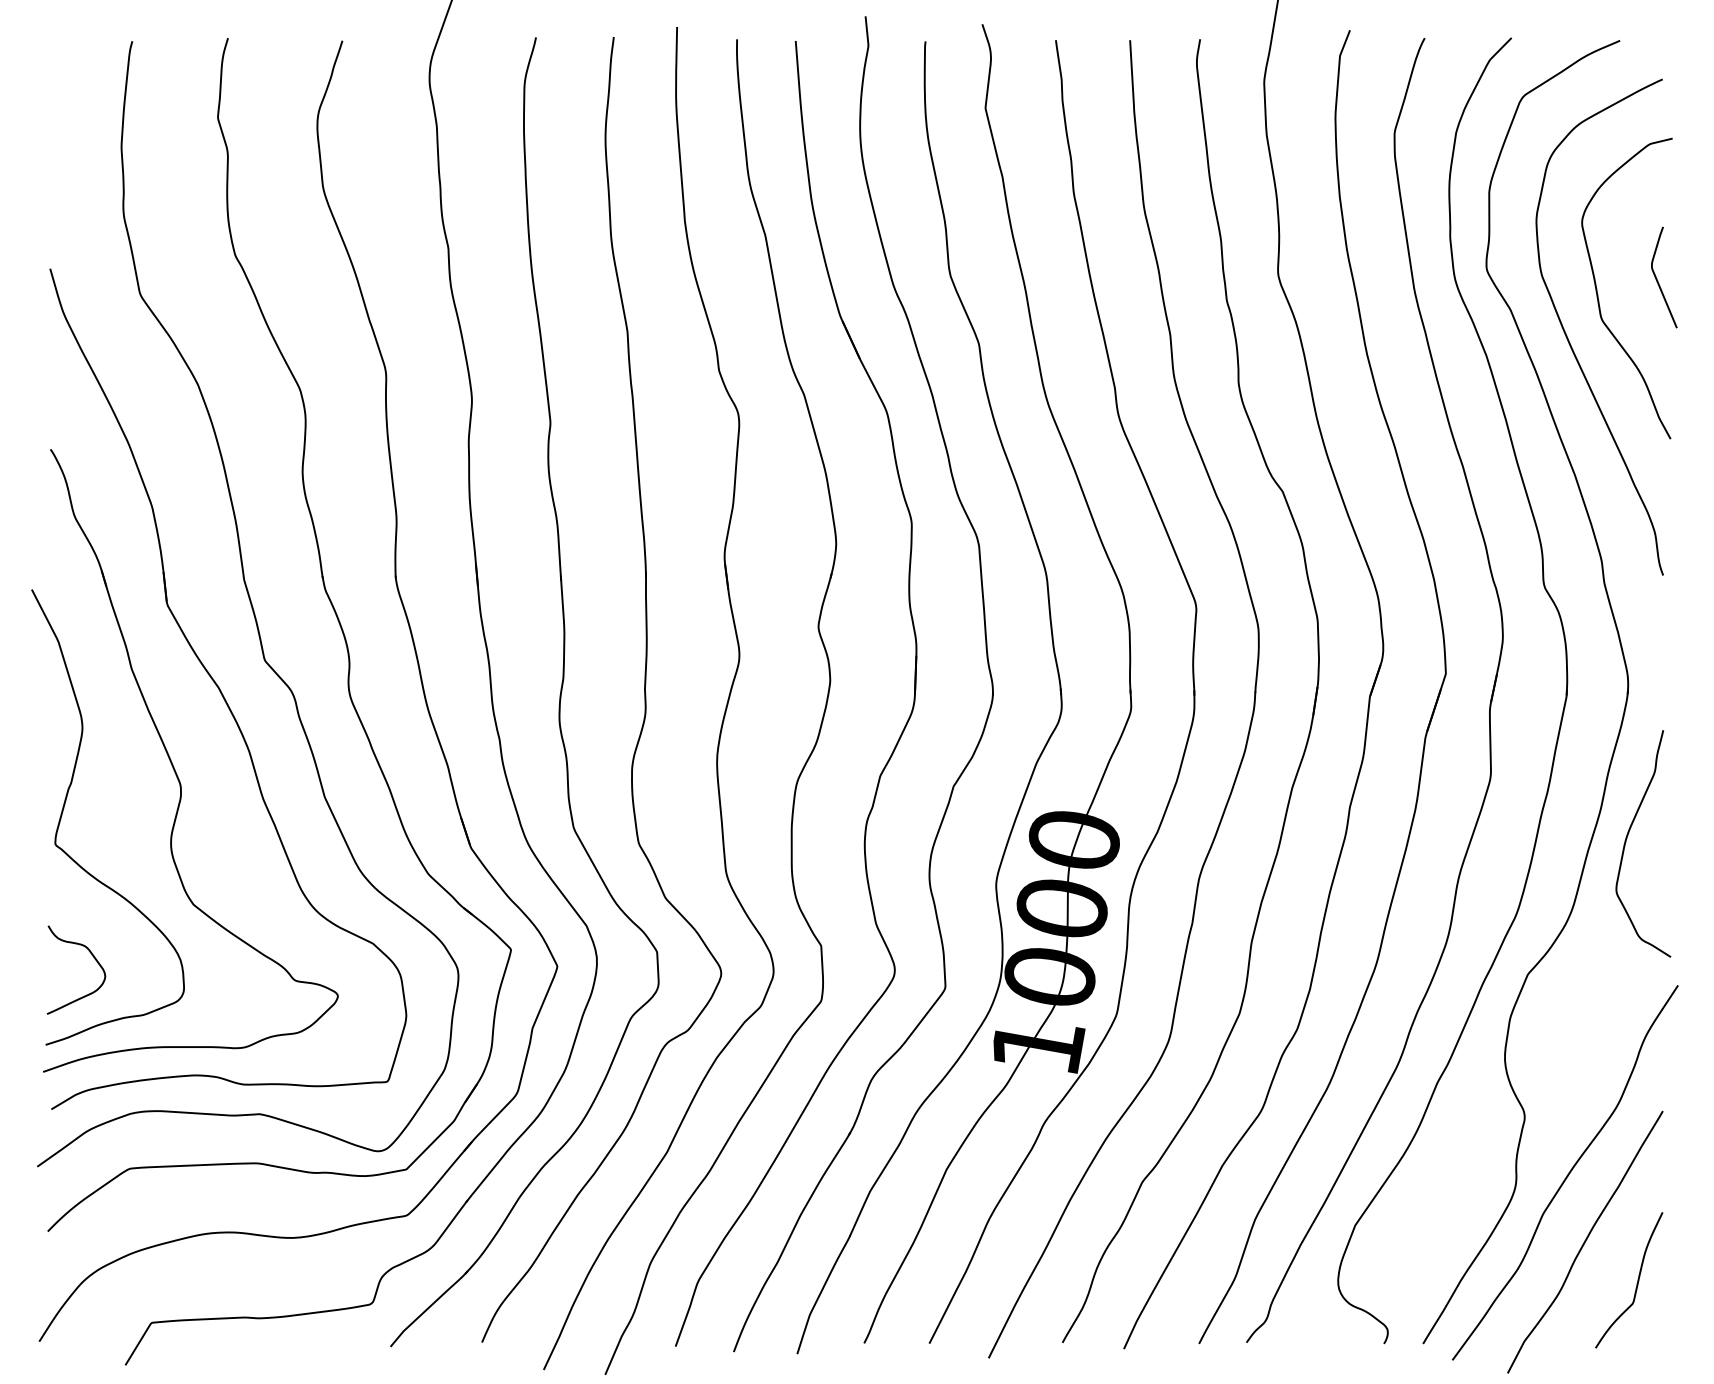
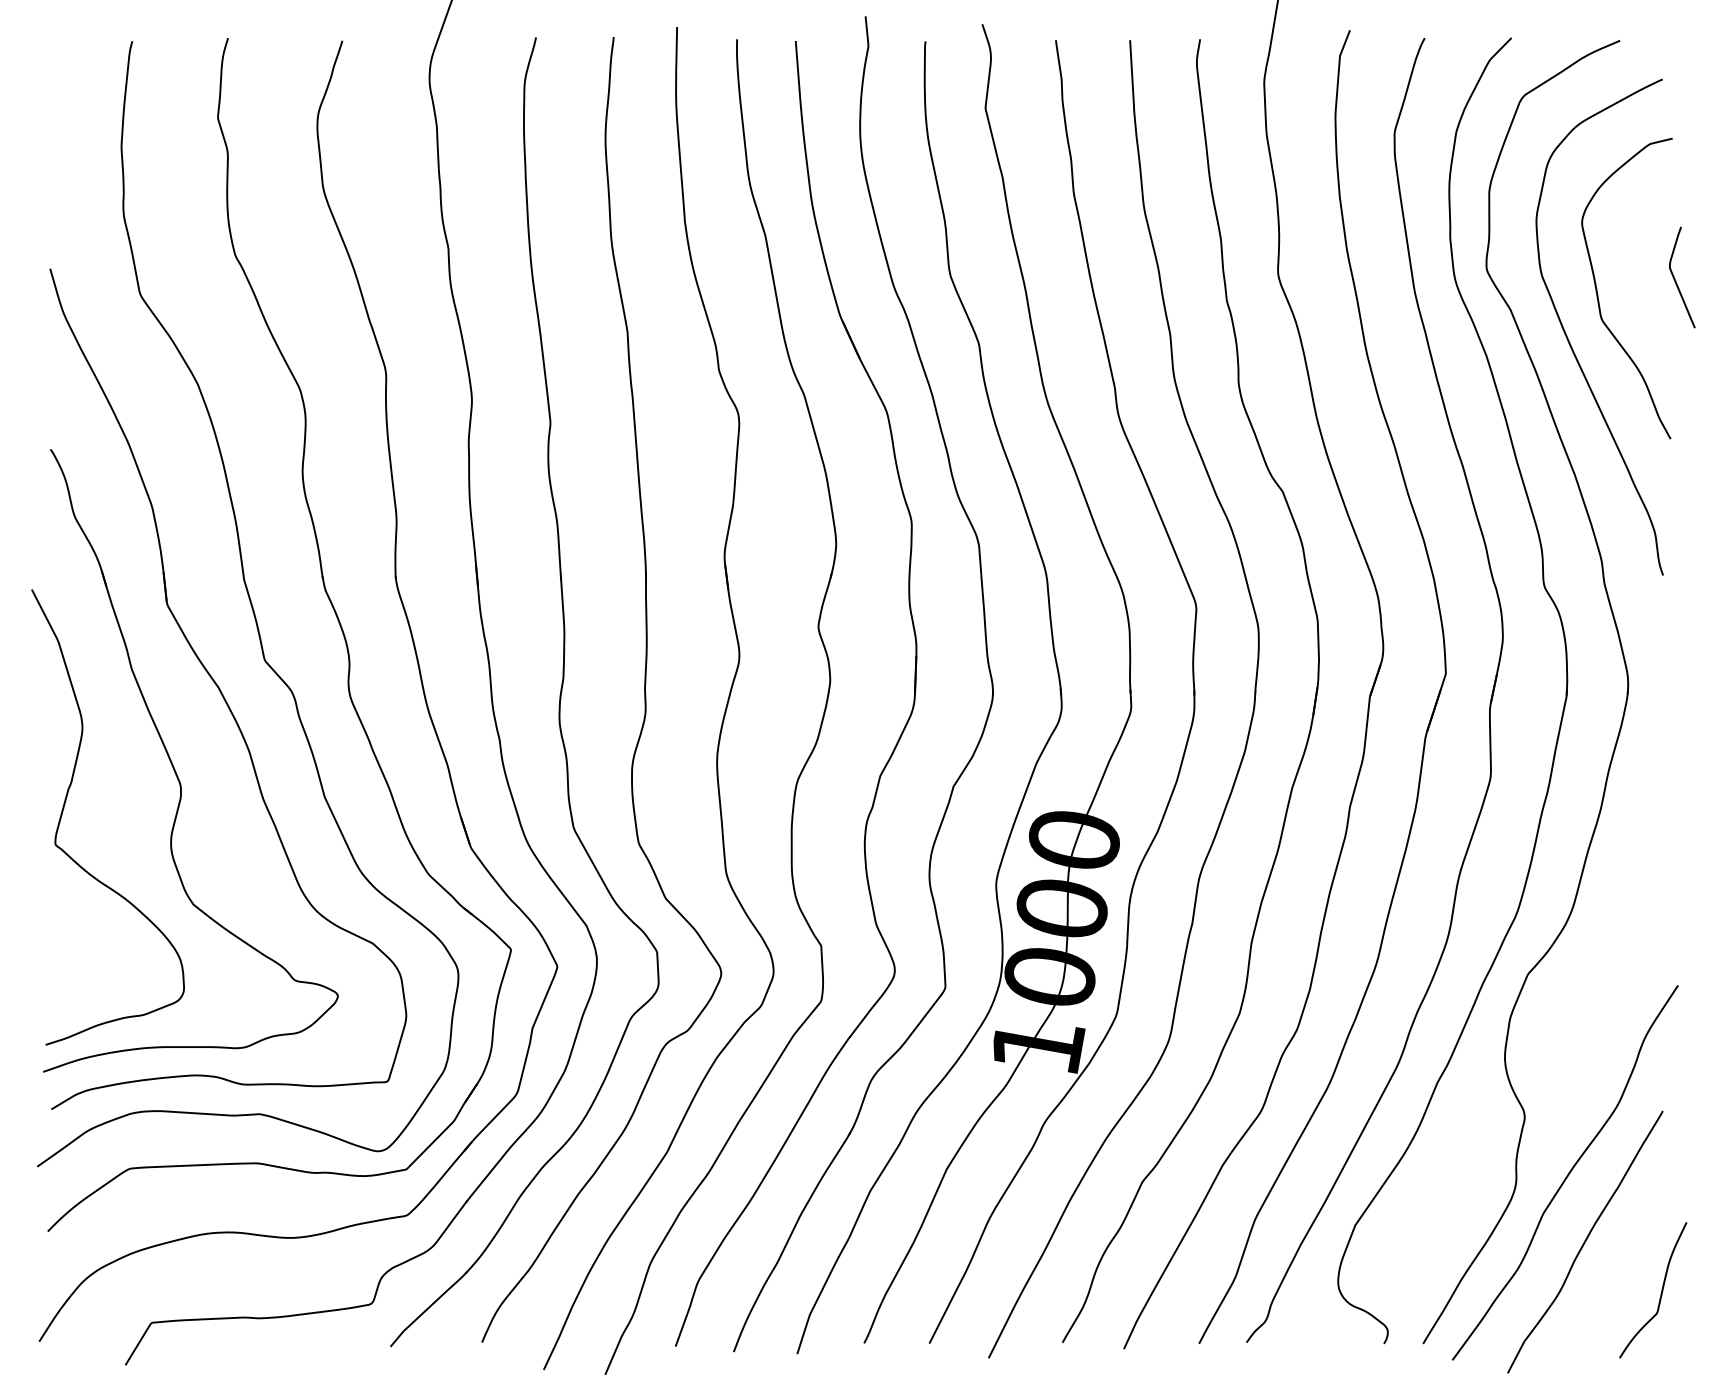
curve at (1657, 278) position: (1657, 278) -> (1675, 278)
curve at (1627, 838): present -> none
curve at (91, 955): present -> none
curve at (1636, 1283) position: (1636, 1283) -> (1660, 1293)
